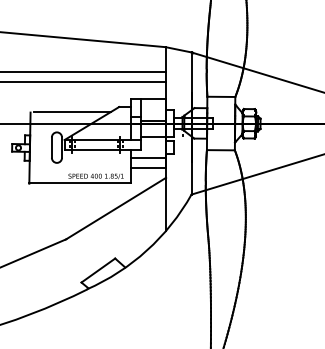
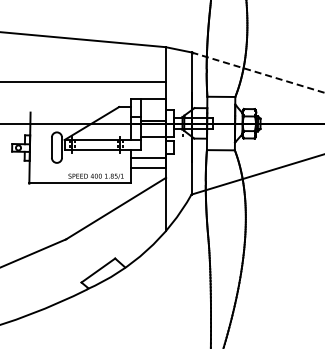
line at (84, 71): present -> none
line at (258, 72): solid -> dashed
line at (72, 112): present -> none
